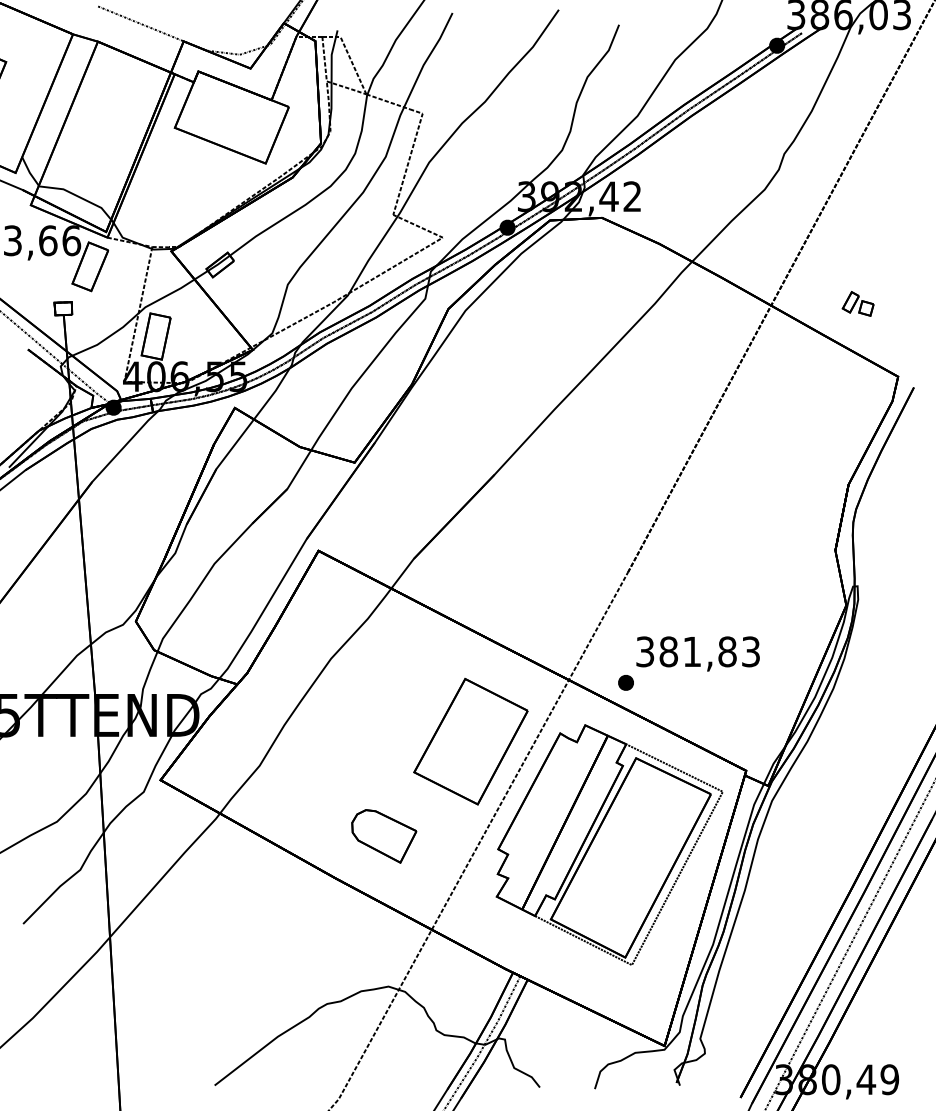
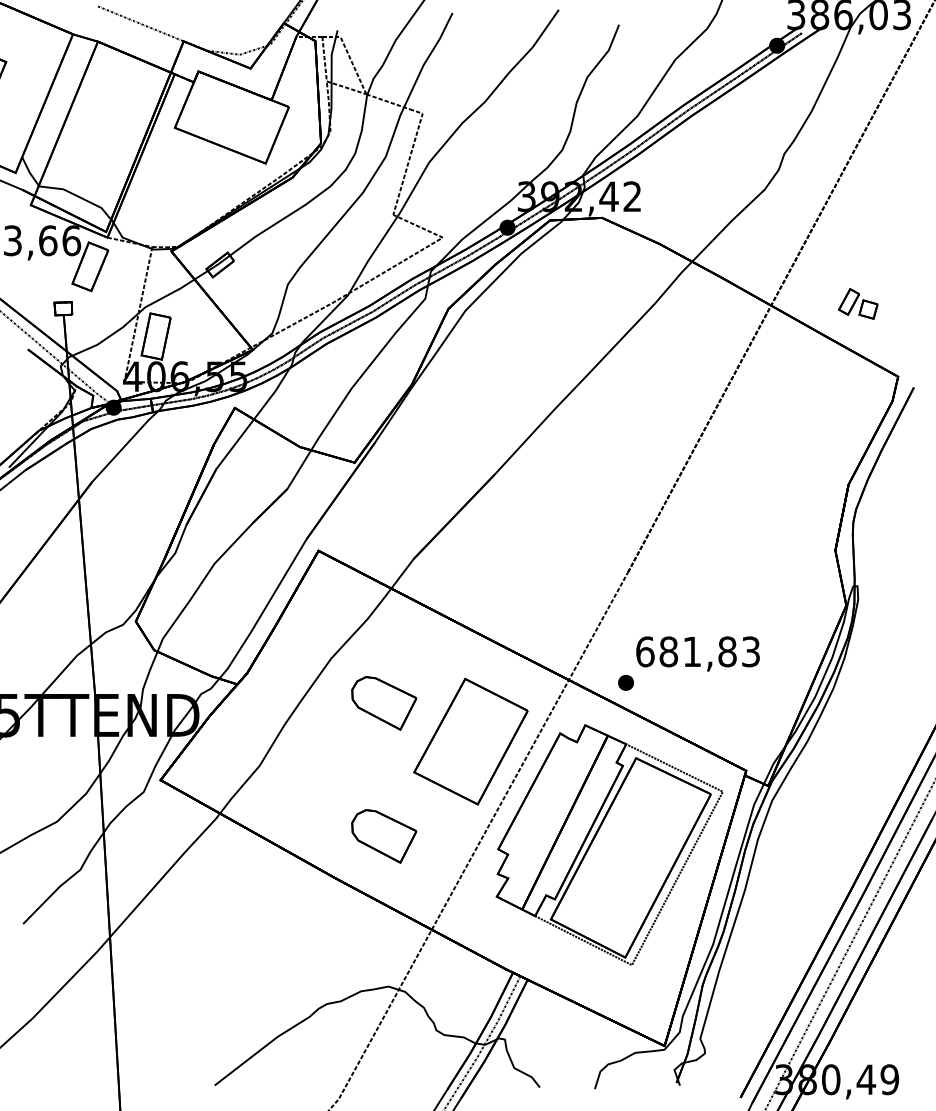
part at (857, 303) size: 34x26 px -> 41x32 px
text at (645, 651): 381,83 -> 681,83
part at (384, 703): none -> present
